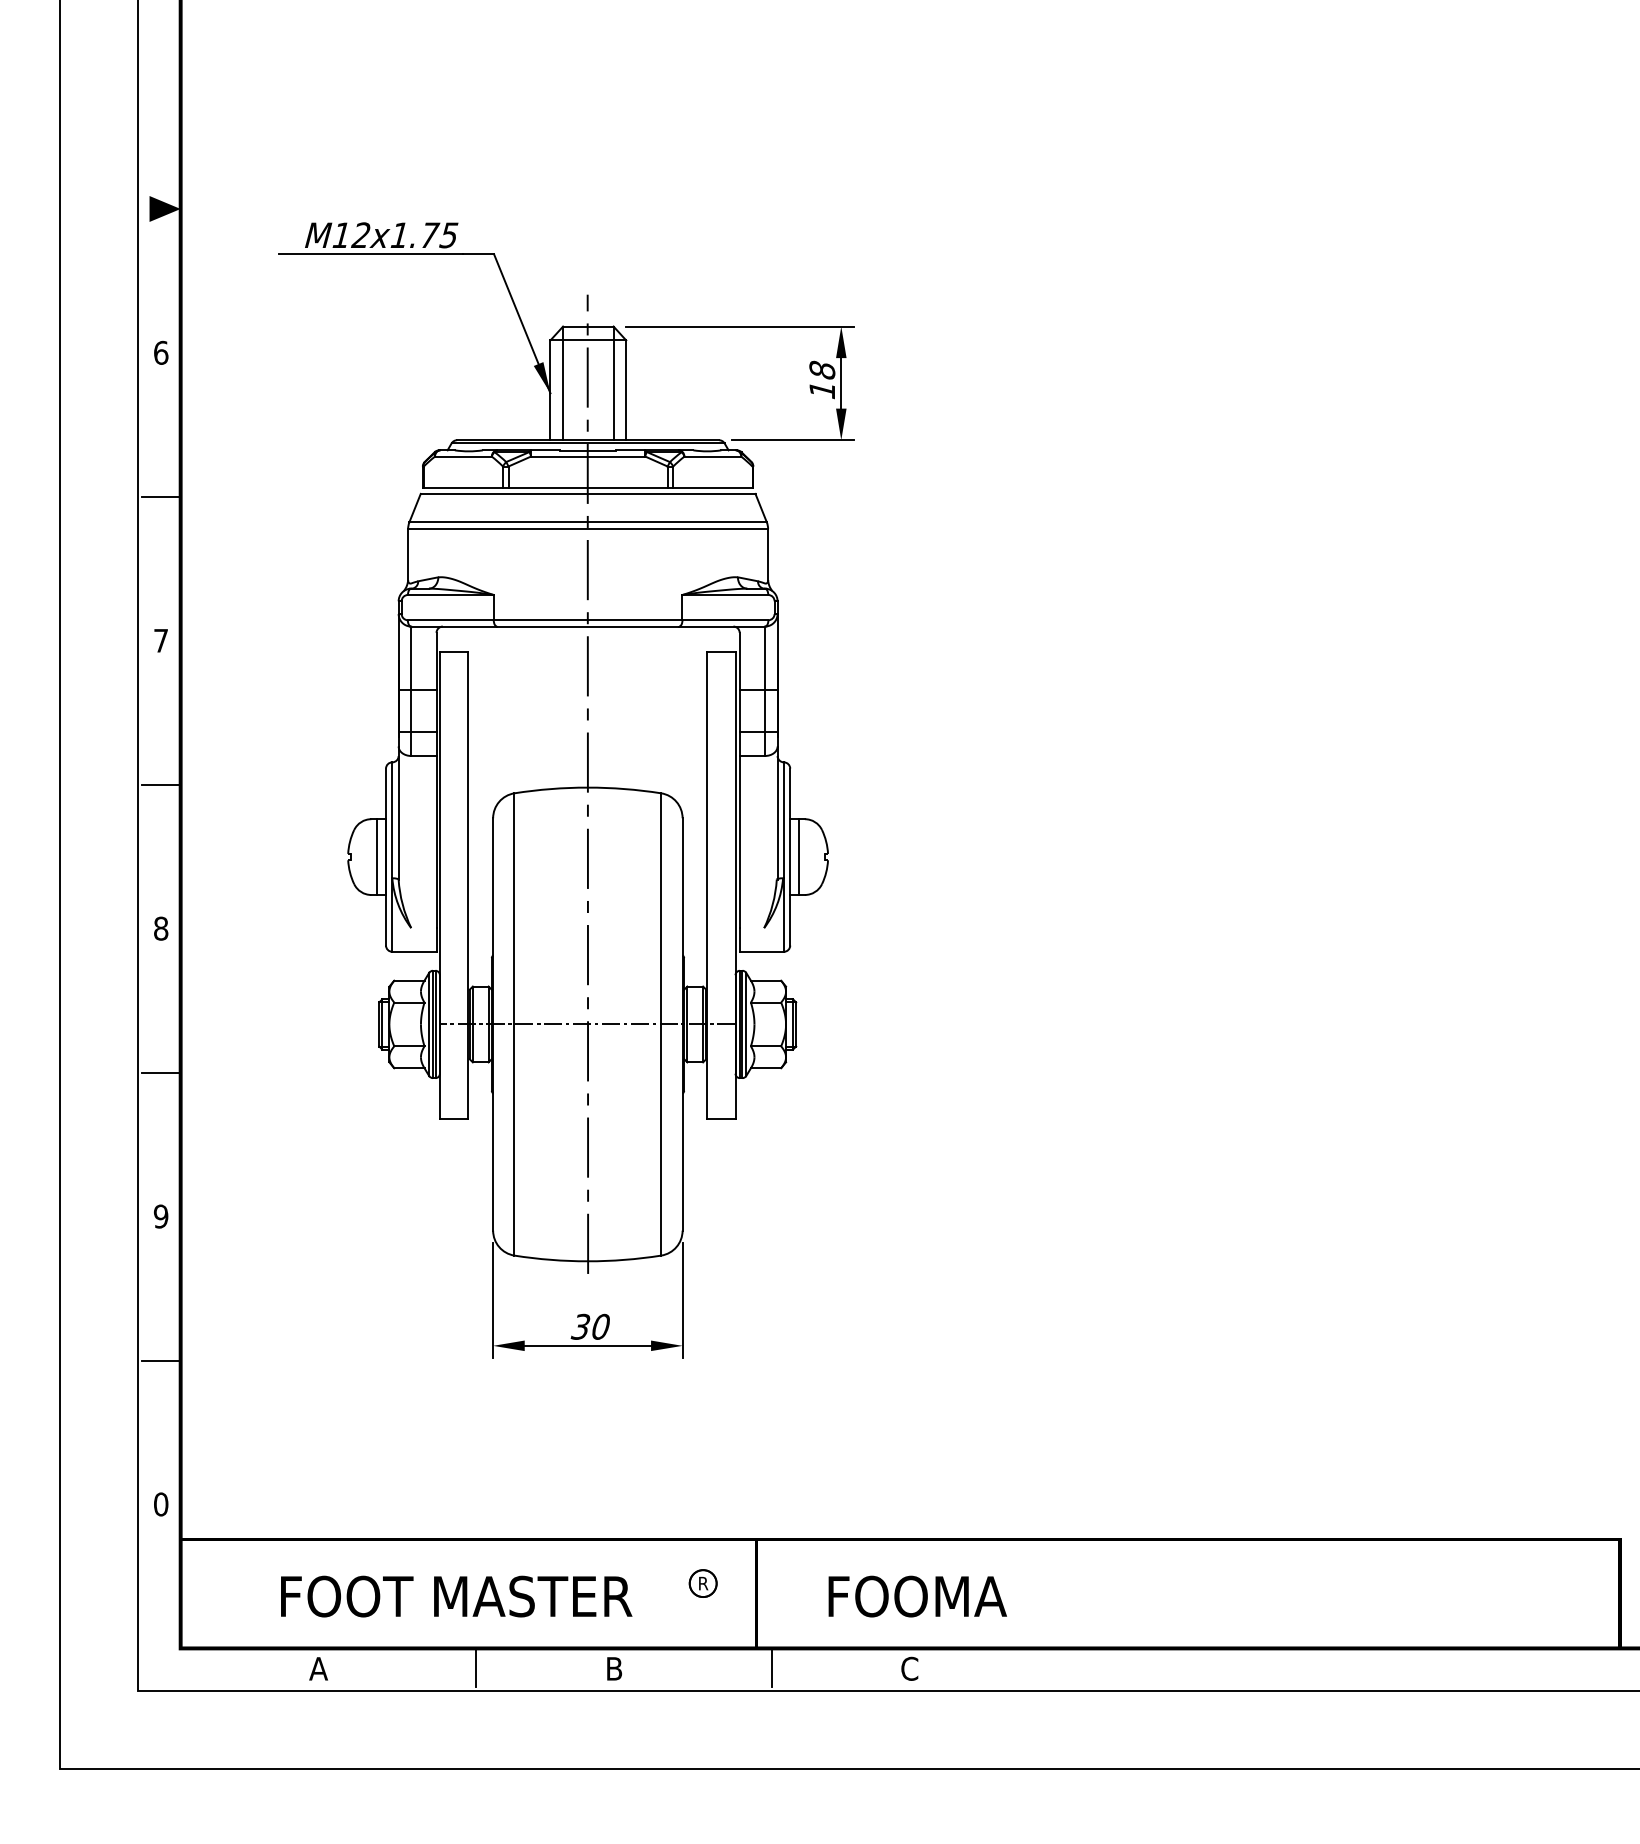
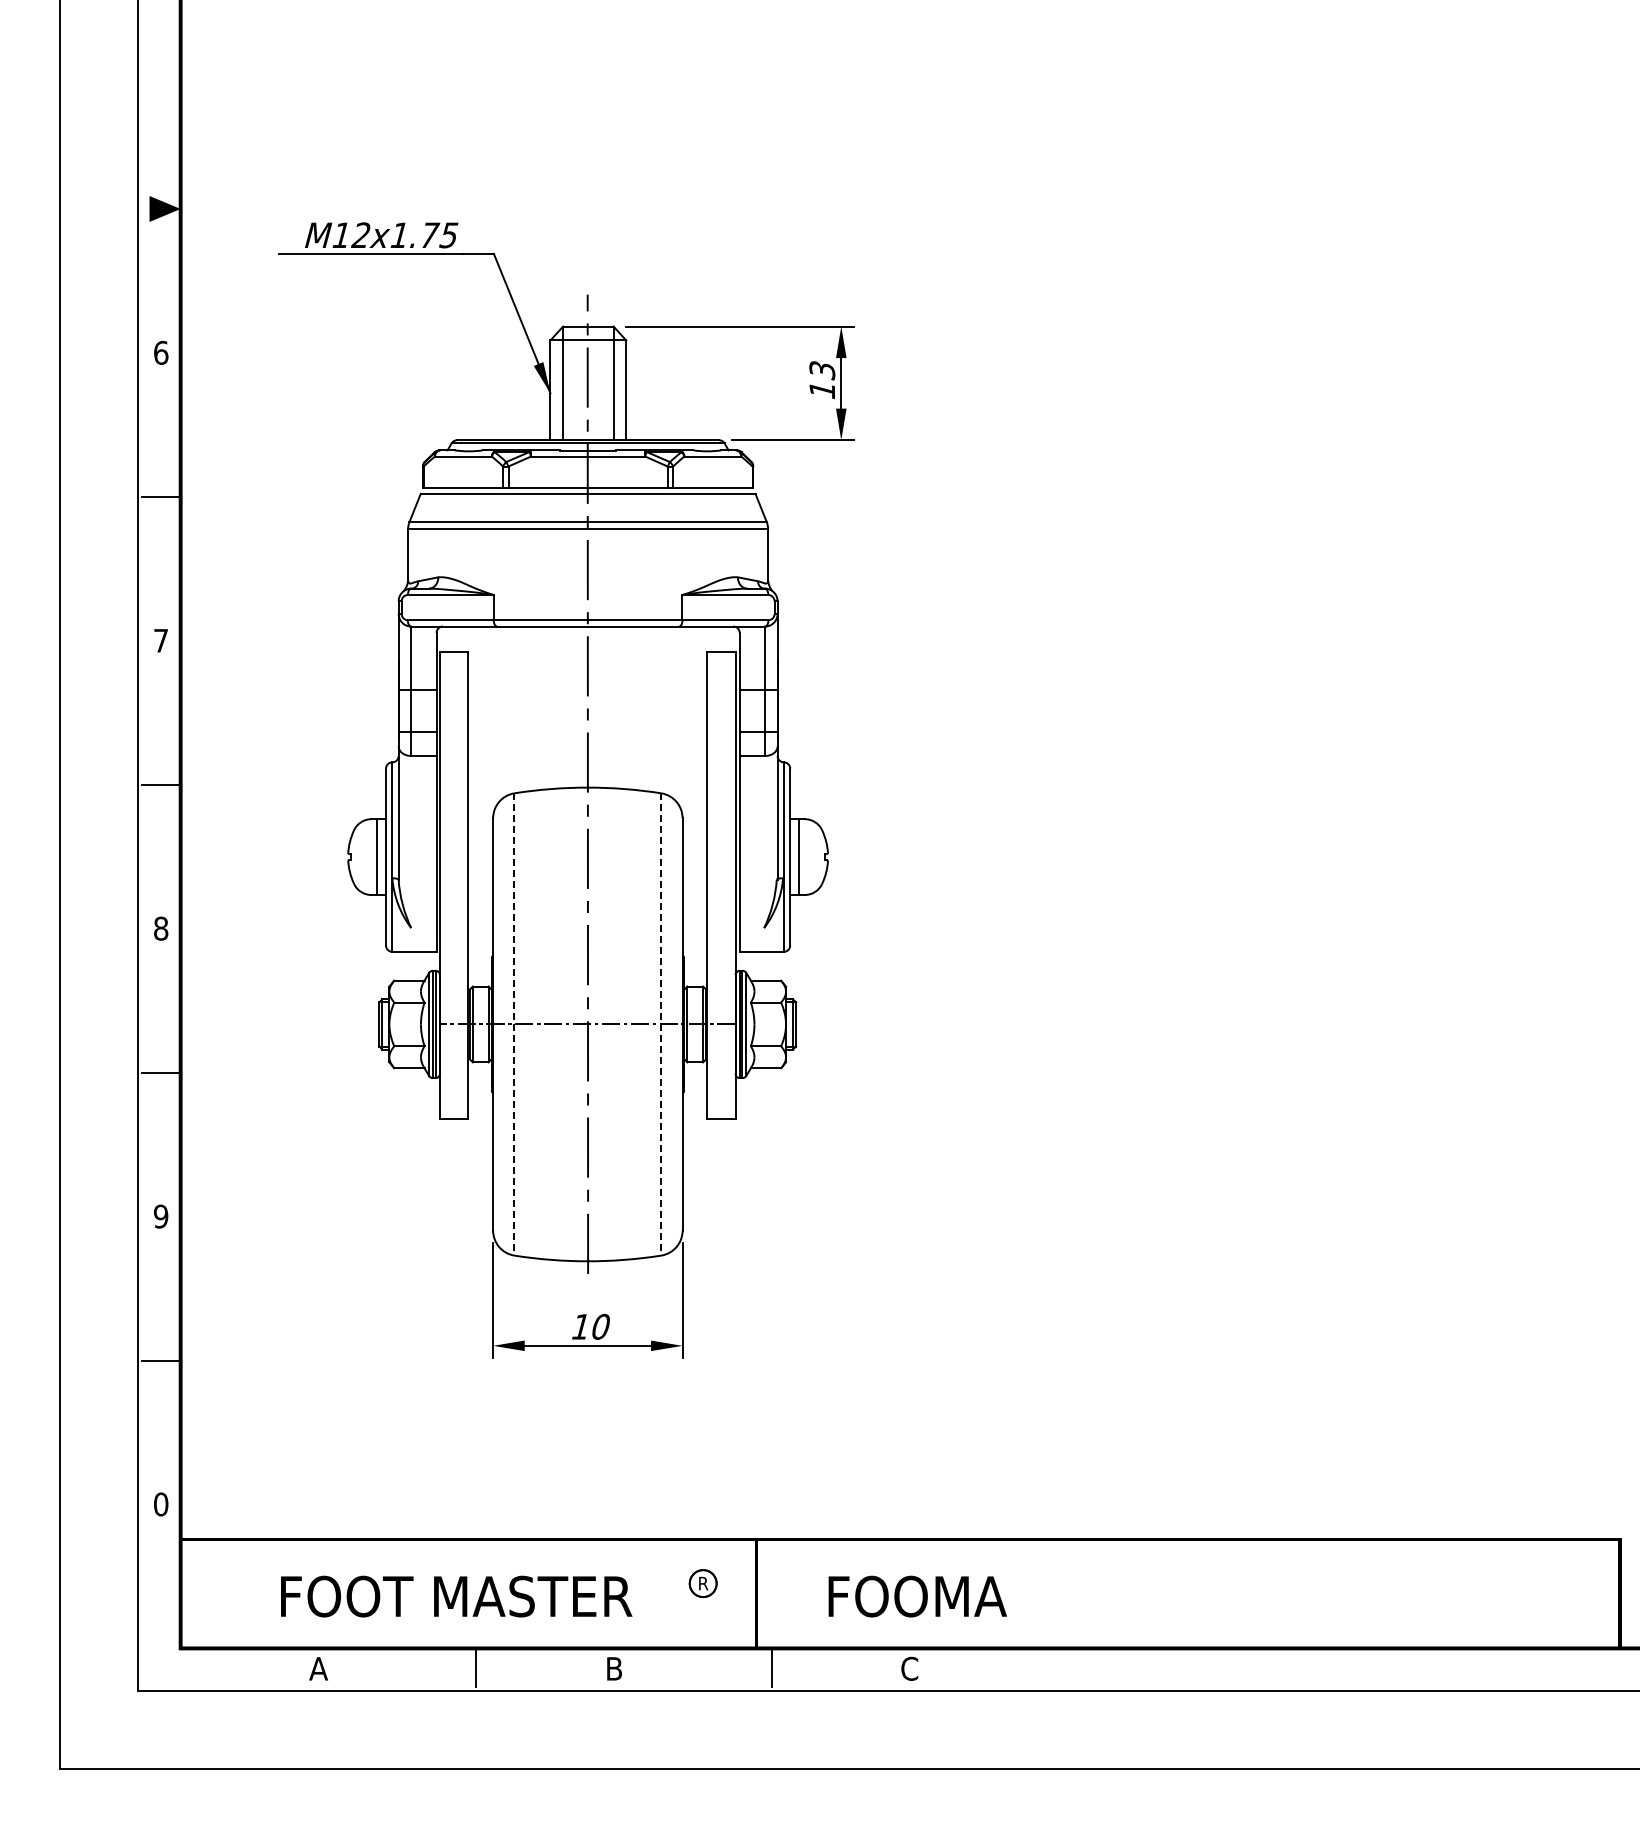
text at (822, 370): 18 -> 13
line at (514, 1024): solid -> dashed
line at (661, 1024): solid -> dashed
text at (580, 1326): 30 -> 10
